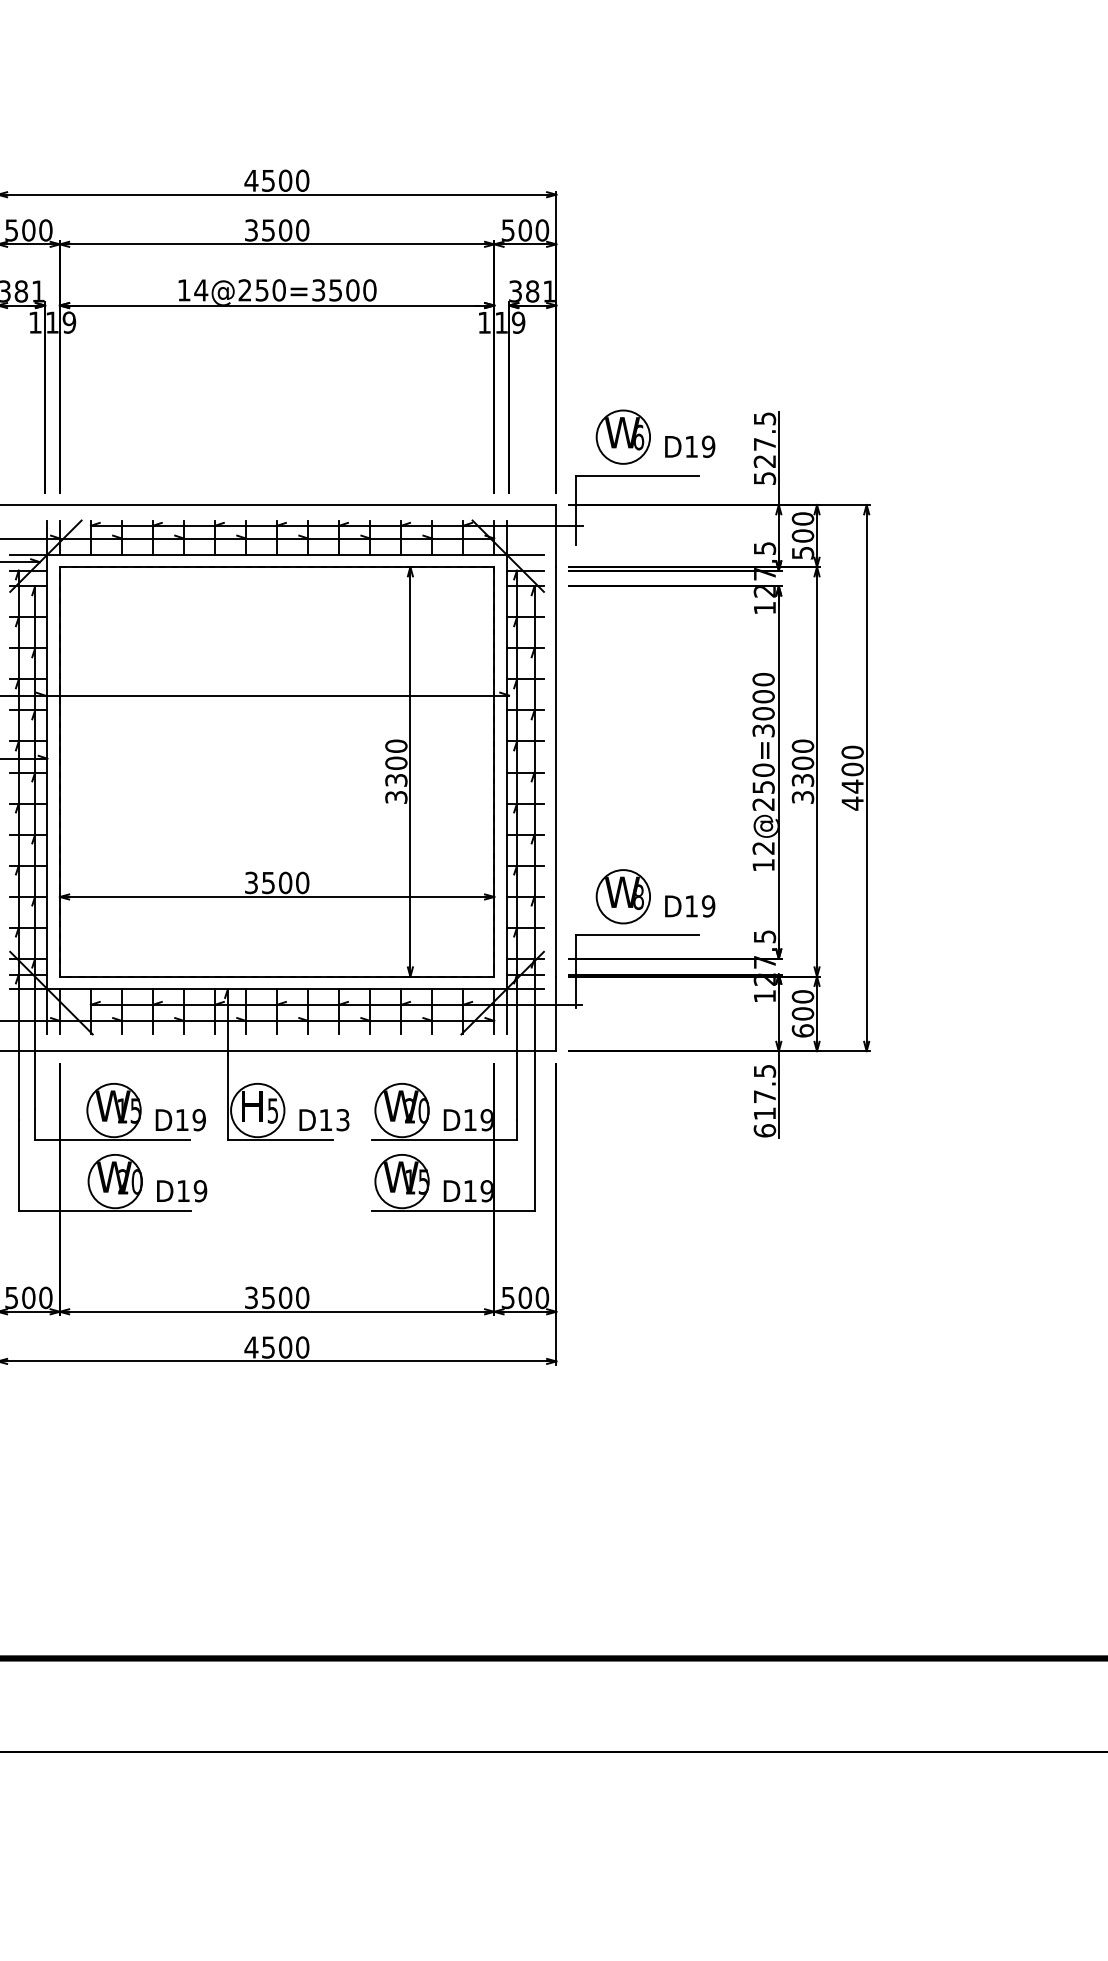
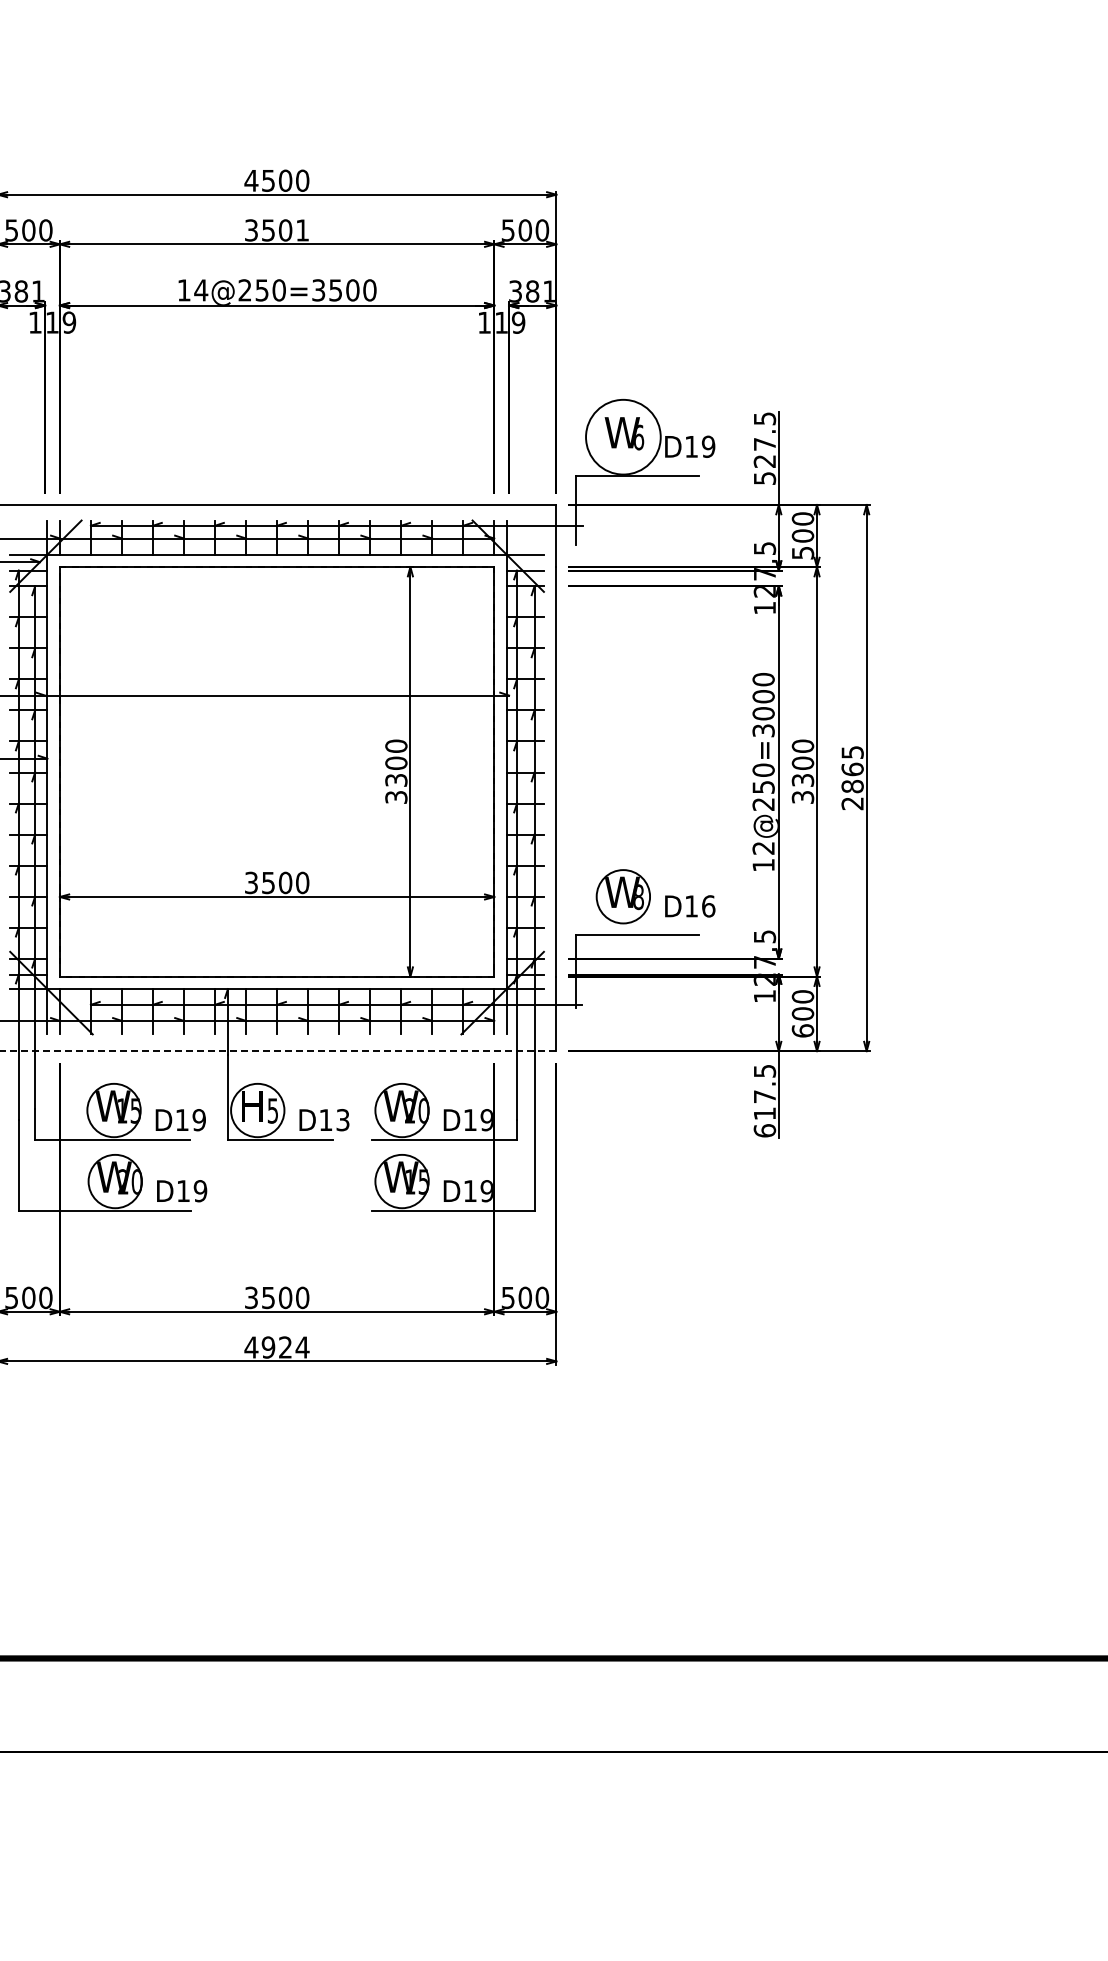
text at (302, 230): 3500 -> 3501
circle at (623, 436) diameter: 53 px -> 75 px
text at (852, 777): 4400 -> 2865
text at (708, 906): D19 -> D16
line at (278, 1051): solid -> dashed
text at (285, 1347): 4500 -> 4924
